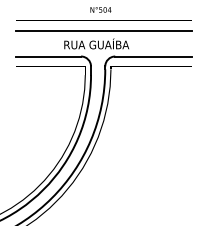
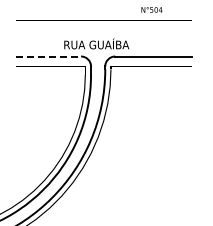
text at (100, 9) position: (100, 9) -> (151, 9)
line at (103, 30): present -> none
line at (48, 56): solid -> dashed
